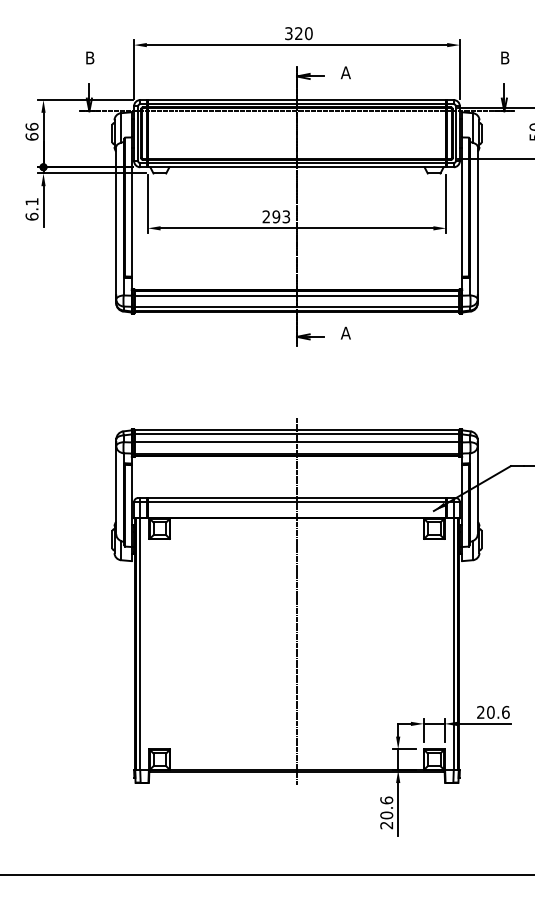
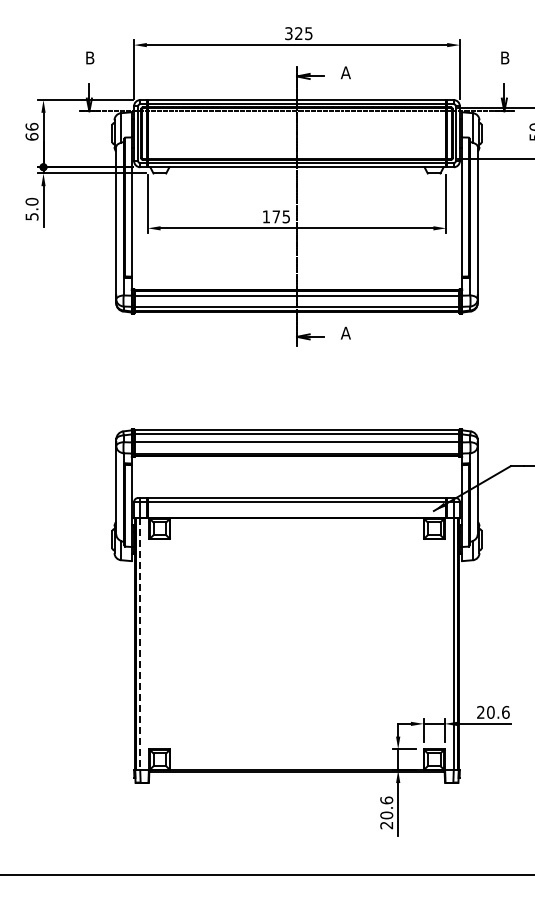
text at (308, 33): 320 -> 325
text at (31, 208): 6.1 -> 5.0
text at (276, 216): 293 -> 175
line at (297, 600): present -> none
line at (140, 644): solid -> dashed
